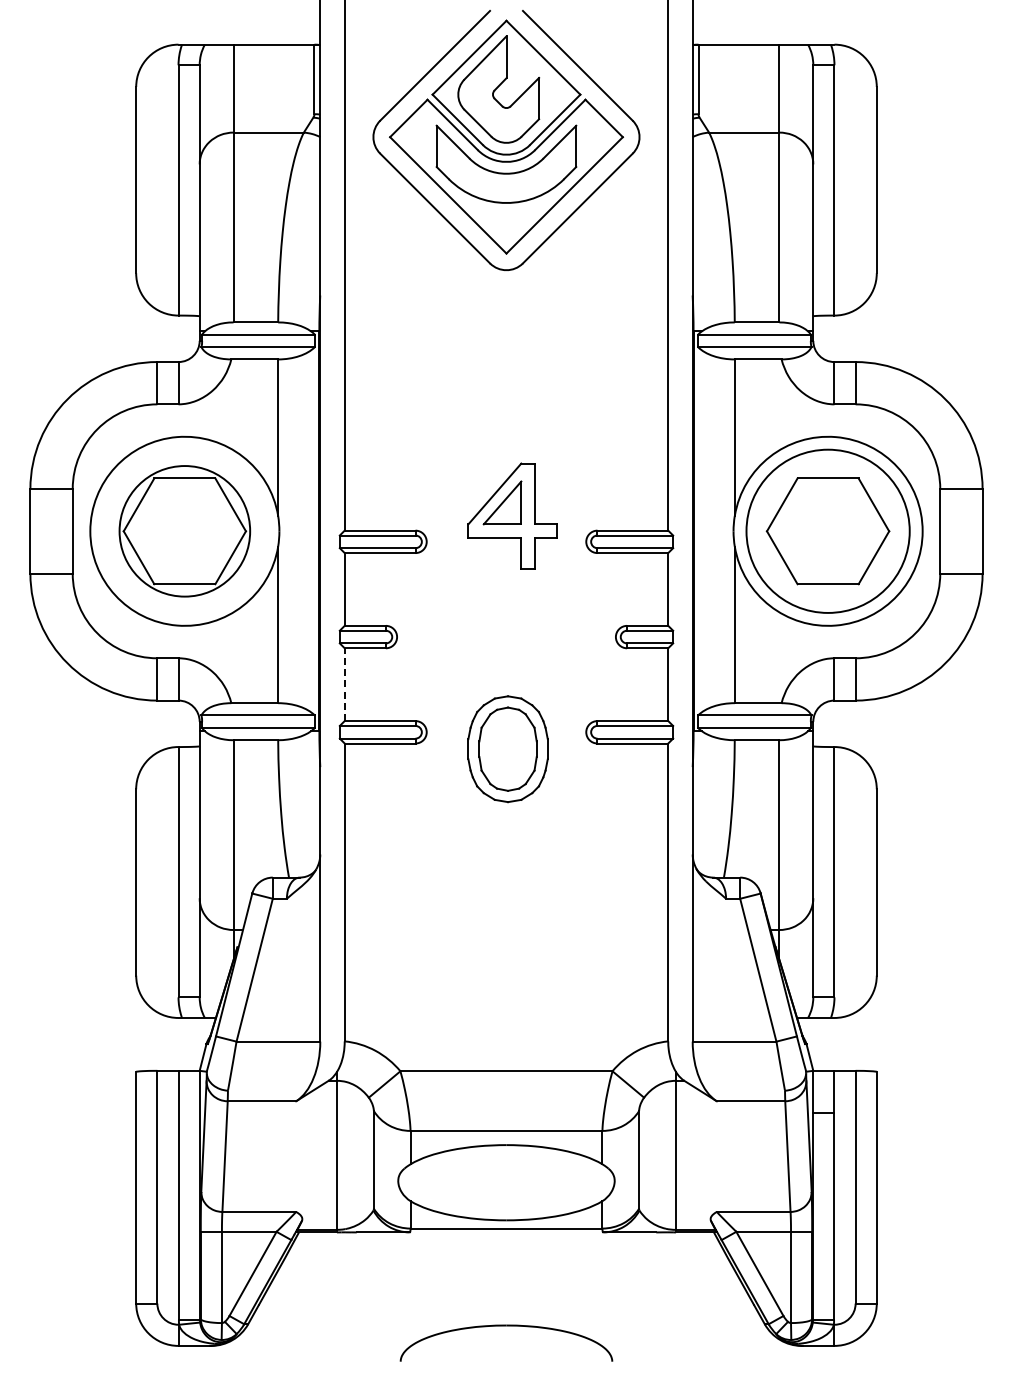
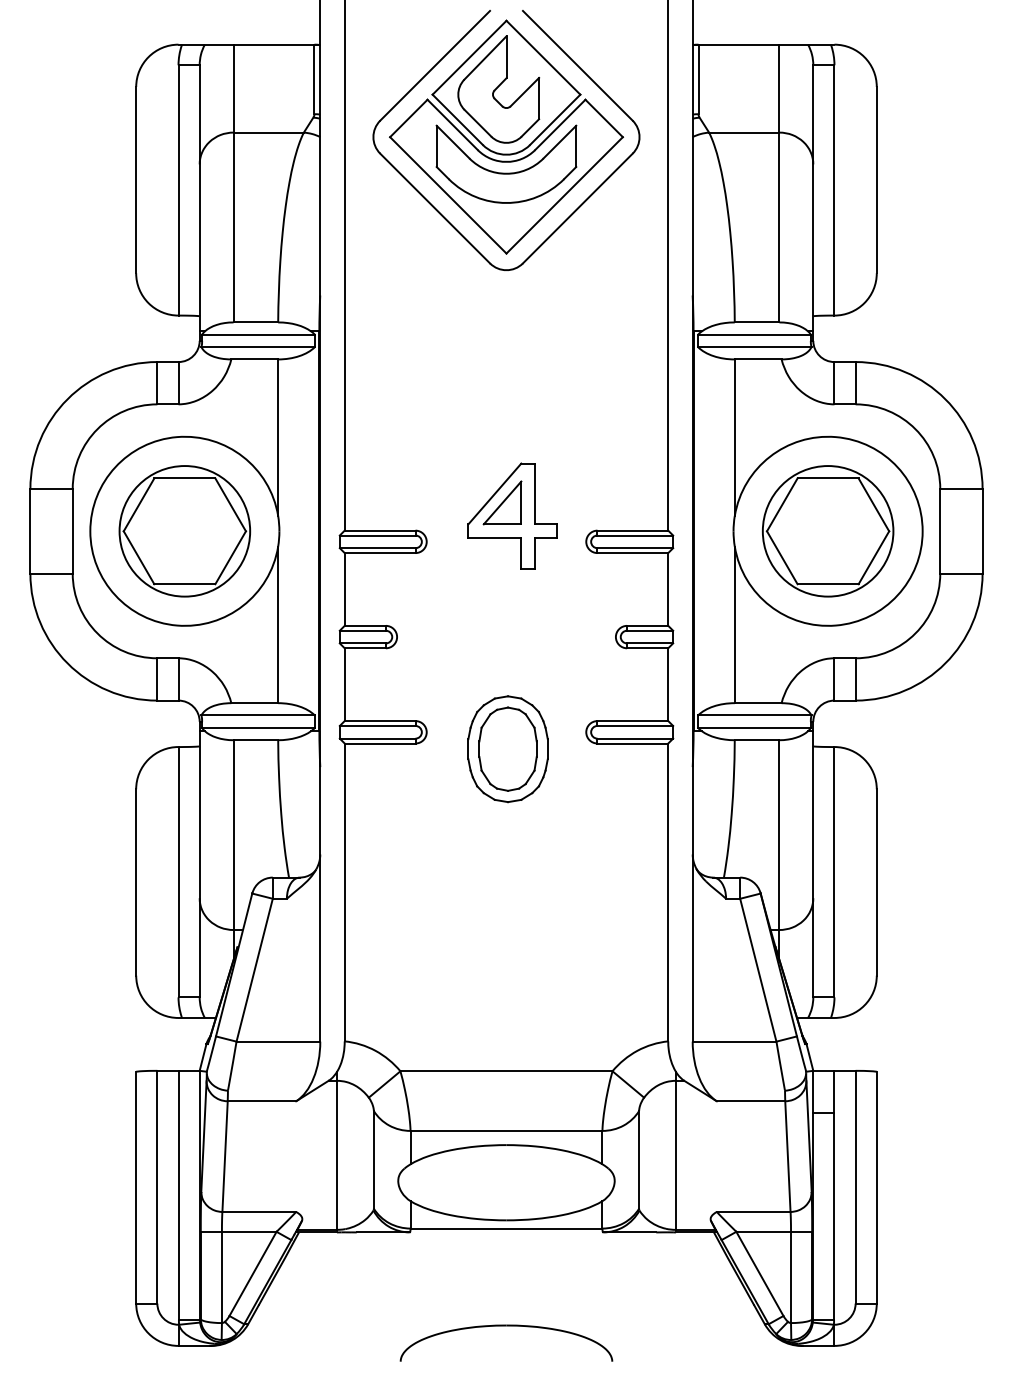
circle at (827, 530) diameter: 163 px -> 131 px
line at (344, 684): dashed -> solid
